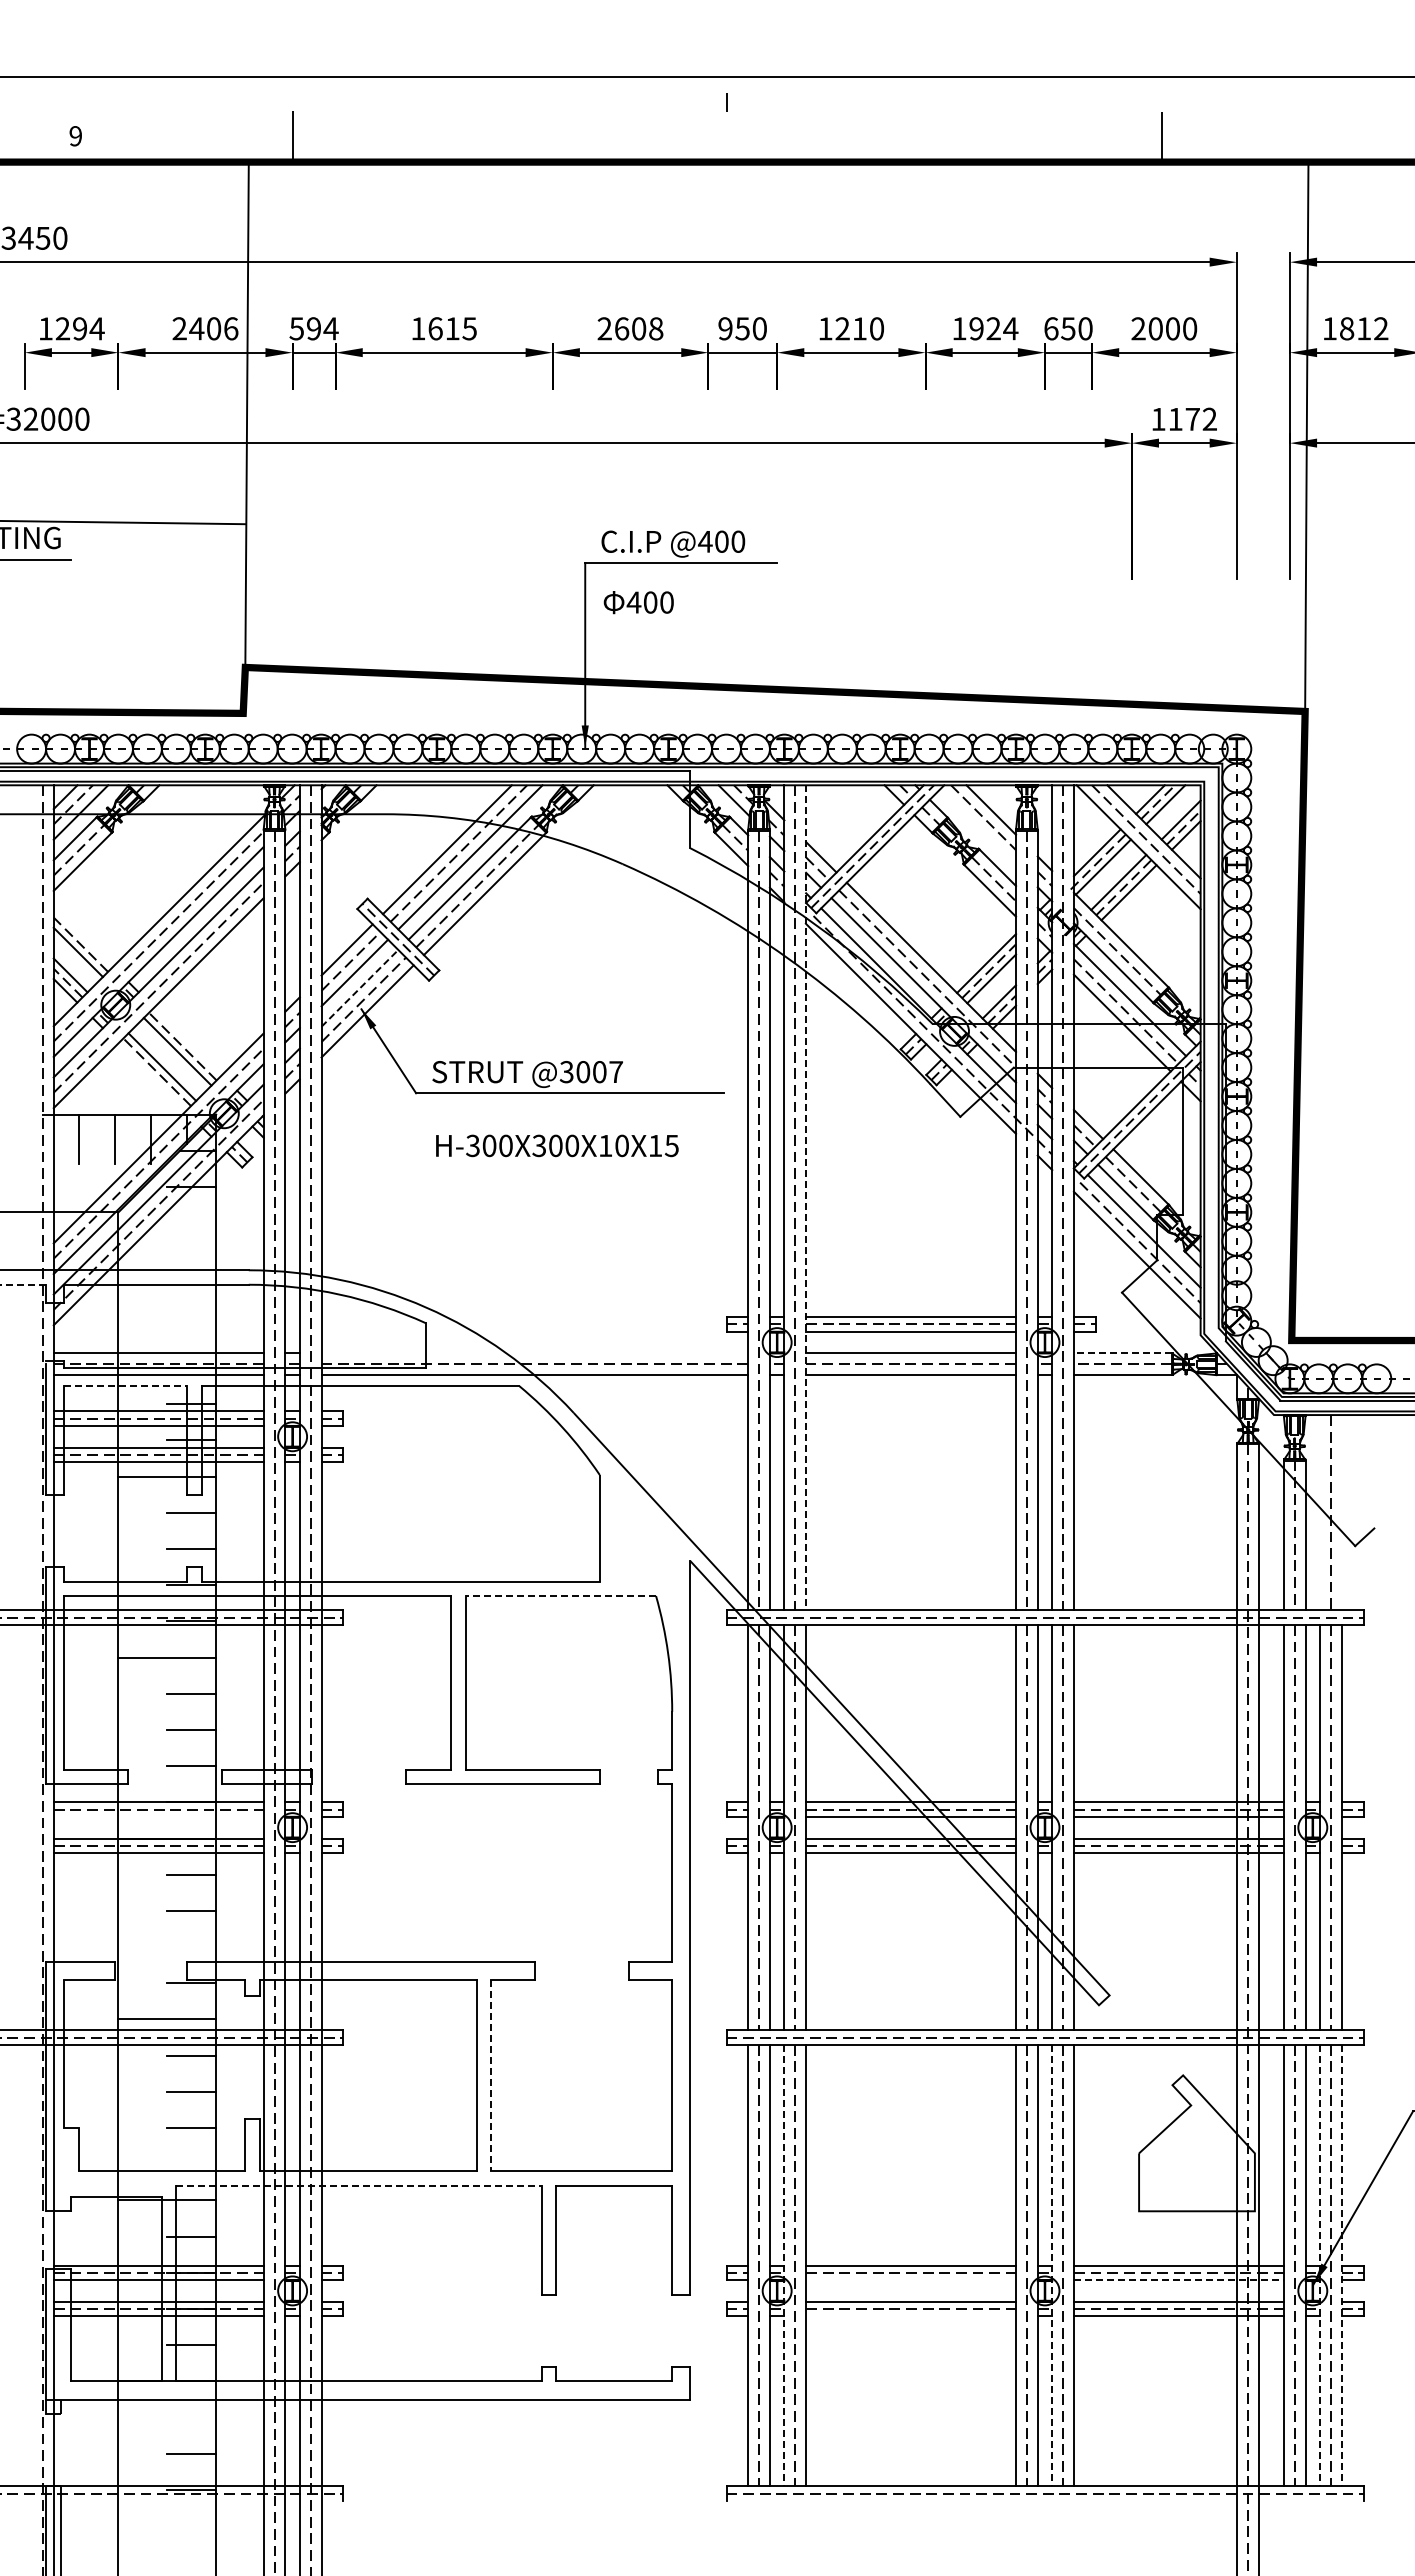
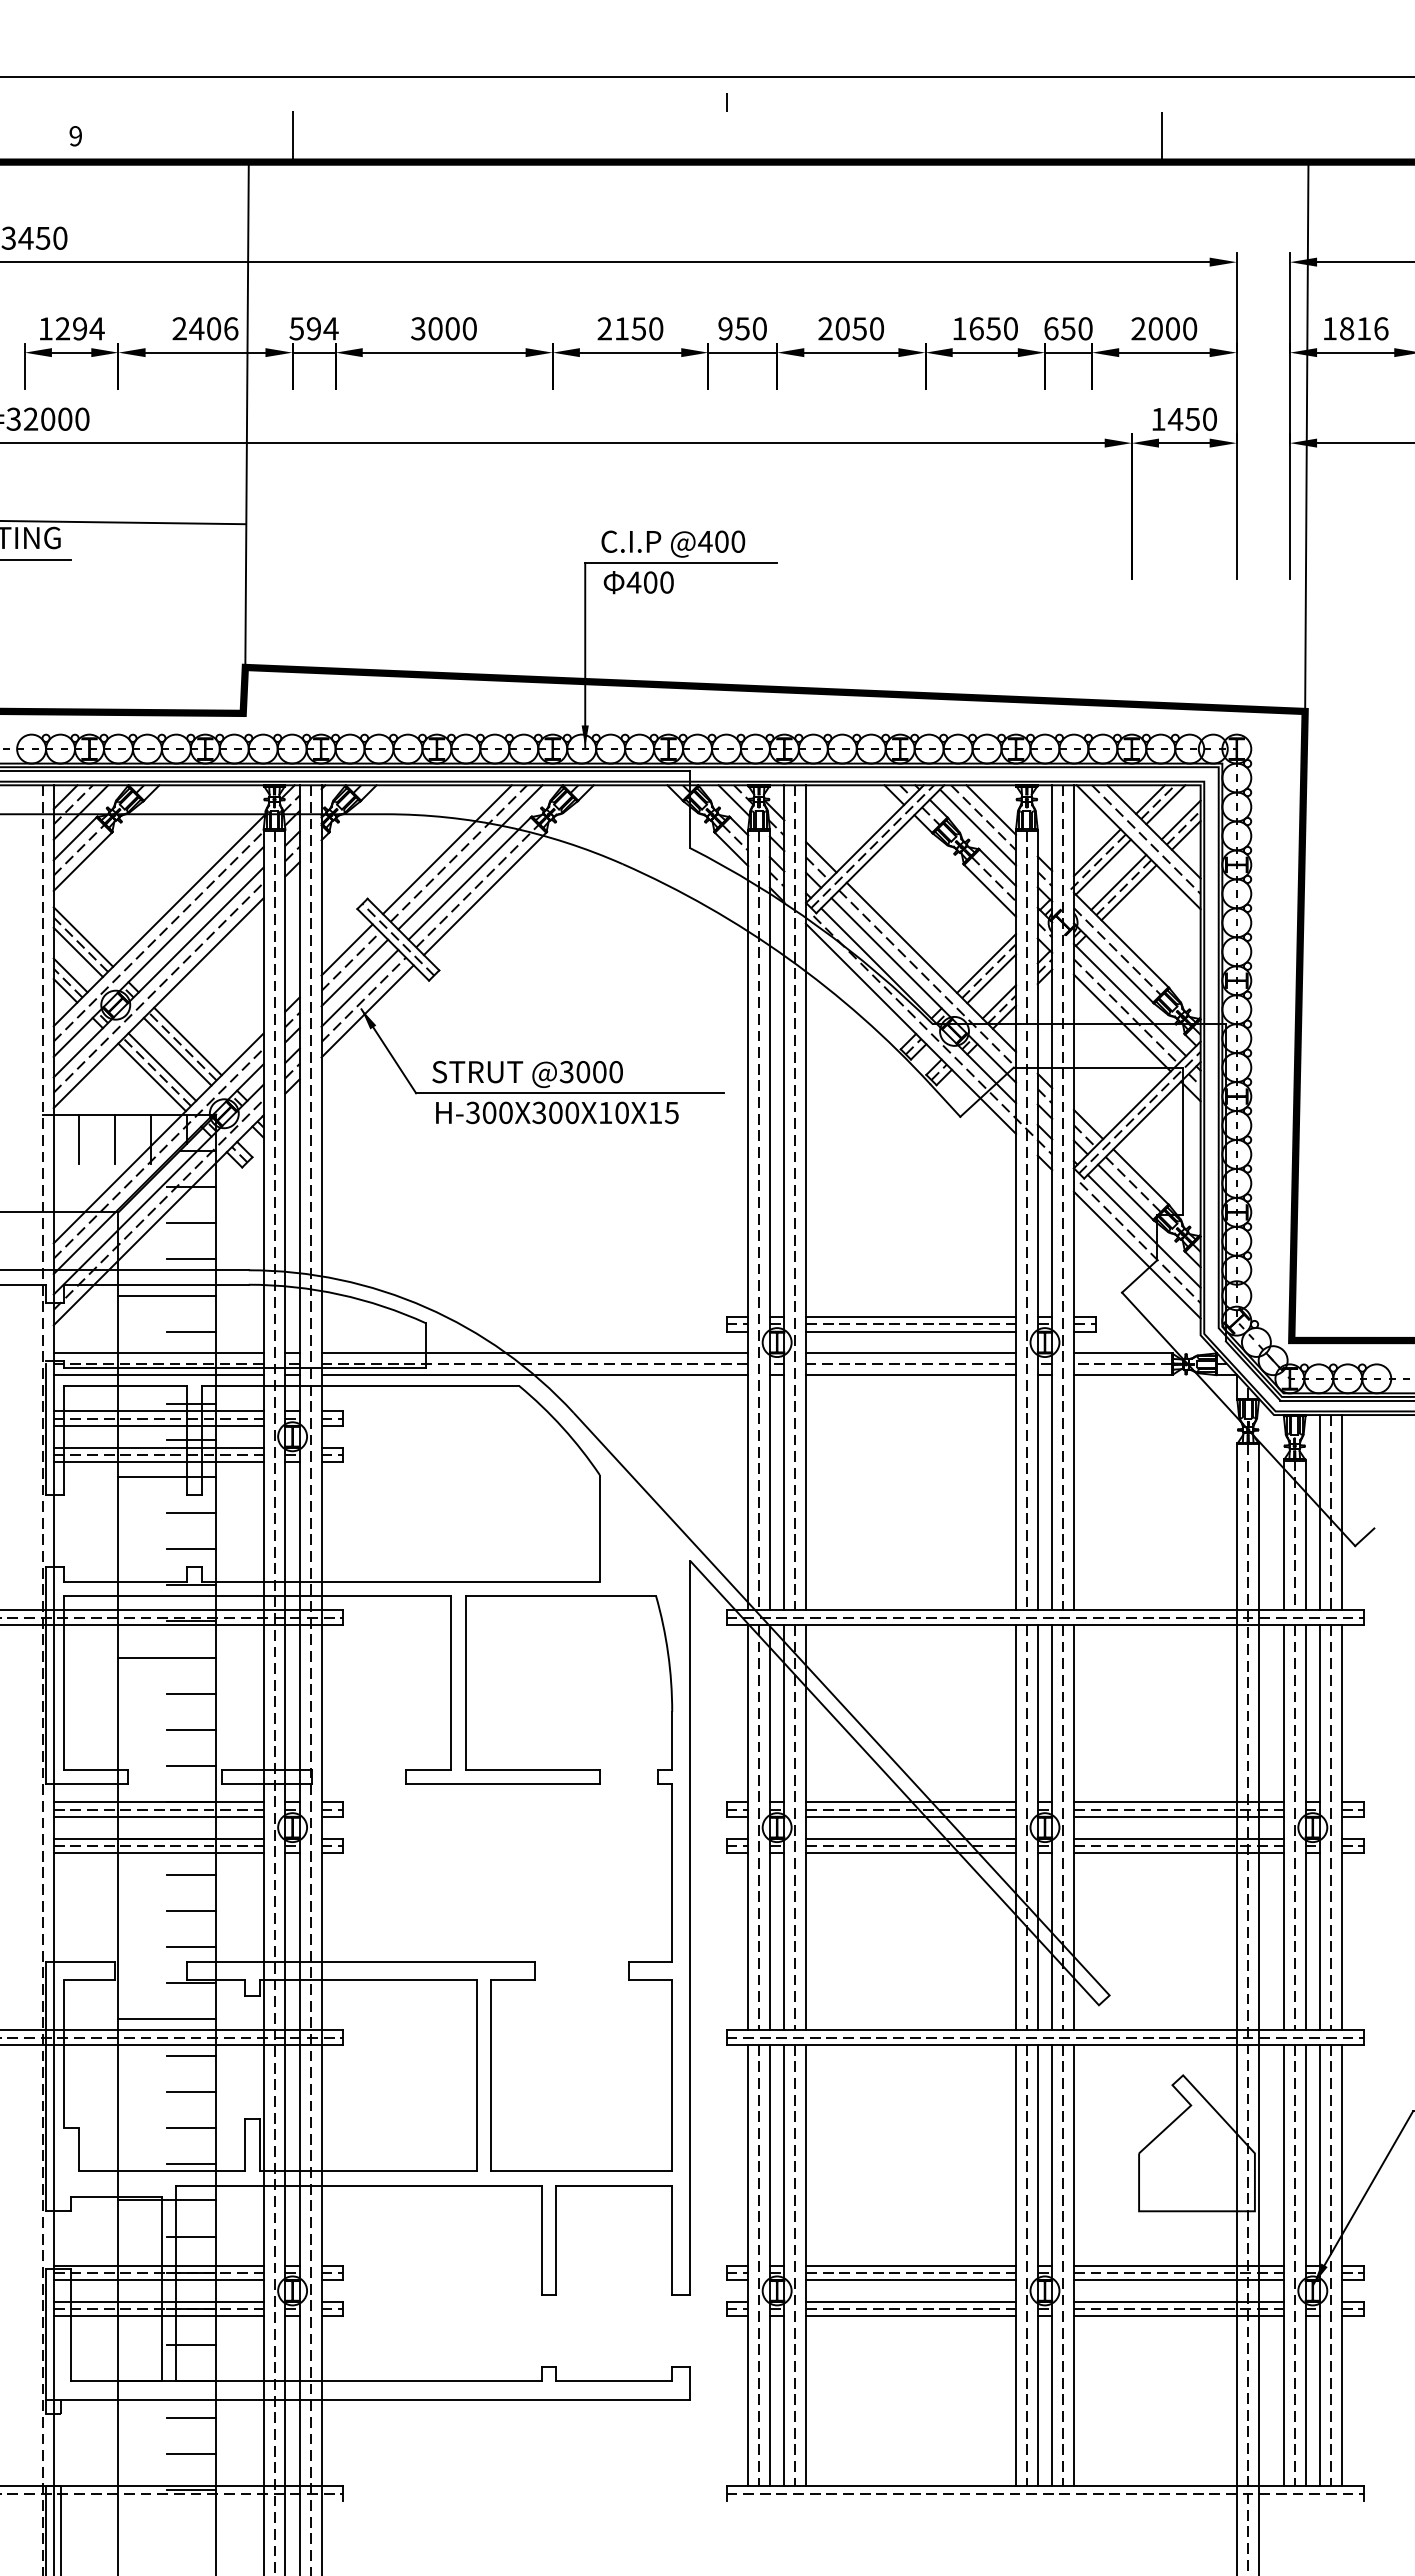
text at (443, 328): 1615 -> 3000
text at (639, 328): 2608 -> 2150
text at (842, 328): 1210 -> 2050
text at (993, 328): 1924 -> 1650
text at (1381, 328): 1812 -> 1816
text at (1191, 418): 1172 -> 1450
text at (638, 602) position: (638, 602) -> (638, 582)
line at (978, 827): none -> present
line at (83, 936): none -> present
line at (360, 988): dashed -> solid
line at (187, 1041): none -> present
text at (616, 1072): @3007 -> @3000
line at (151, 1077): none -> present
text at (557, 1145) position: (557, 1145) -> (557, 1112)
line at (806, 1197): dashed -> solid
line at (191, 1223): none -> present
line at (191, 1259): none -> present
line at (23, 1284): dashed -> solid
line at (167, 1295): none -> present
line at (191, 1331): none -> present
line at (534, 1353): none -> present
line at (1122, 1353): dashed -> solid
line at (125, 1386): dashed -> solid
line at (1320, 1512): none -> present
line at (1341, 1512): none -> present
line at (560, 1596): dashed -> solid
line at (158, 1816): none -> present
line at (191, 1947): none -> present
line at (491, 2075): dashed -> solid
line at (191, 2164): none -> present
line at (359, 2185): dashed -> solid
line at (784, 2265): dashed -> solid
line at (1052, 2265): dashed -> solid
line at (1320, 2265): dashed -> solid
line at (1341, 2265): dashed -> solid
line at (911, 2280): none -> present
line at (1178, 2280): dashed -> solid
line at (911, 2316): none -> present
line at (191, 2417): none -> present
